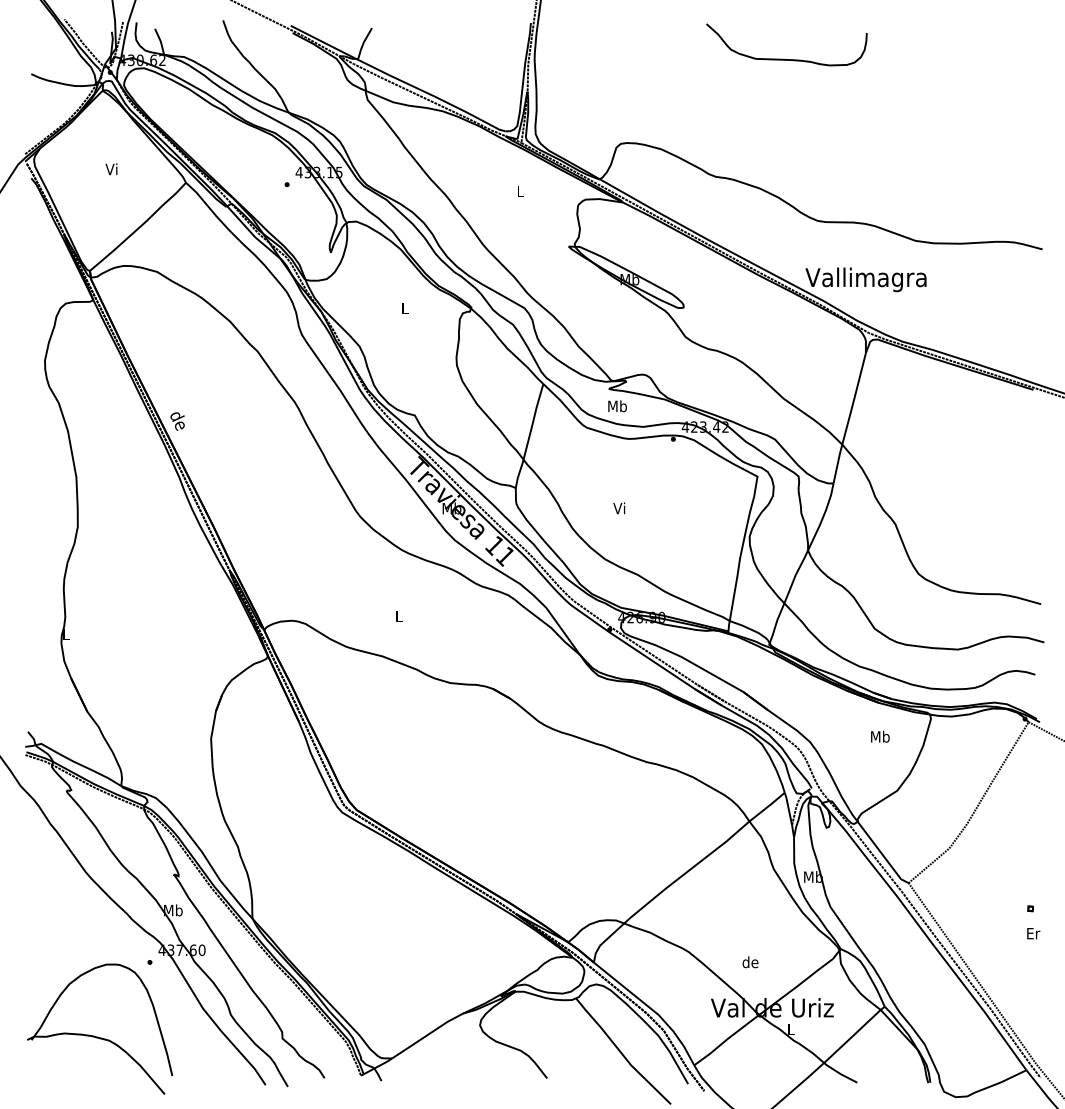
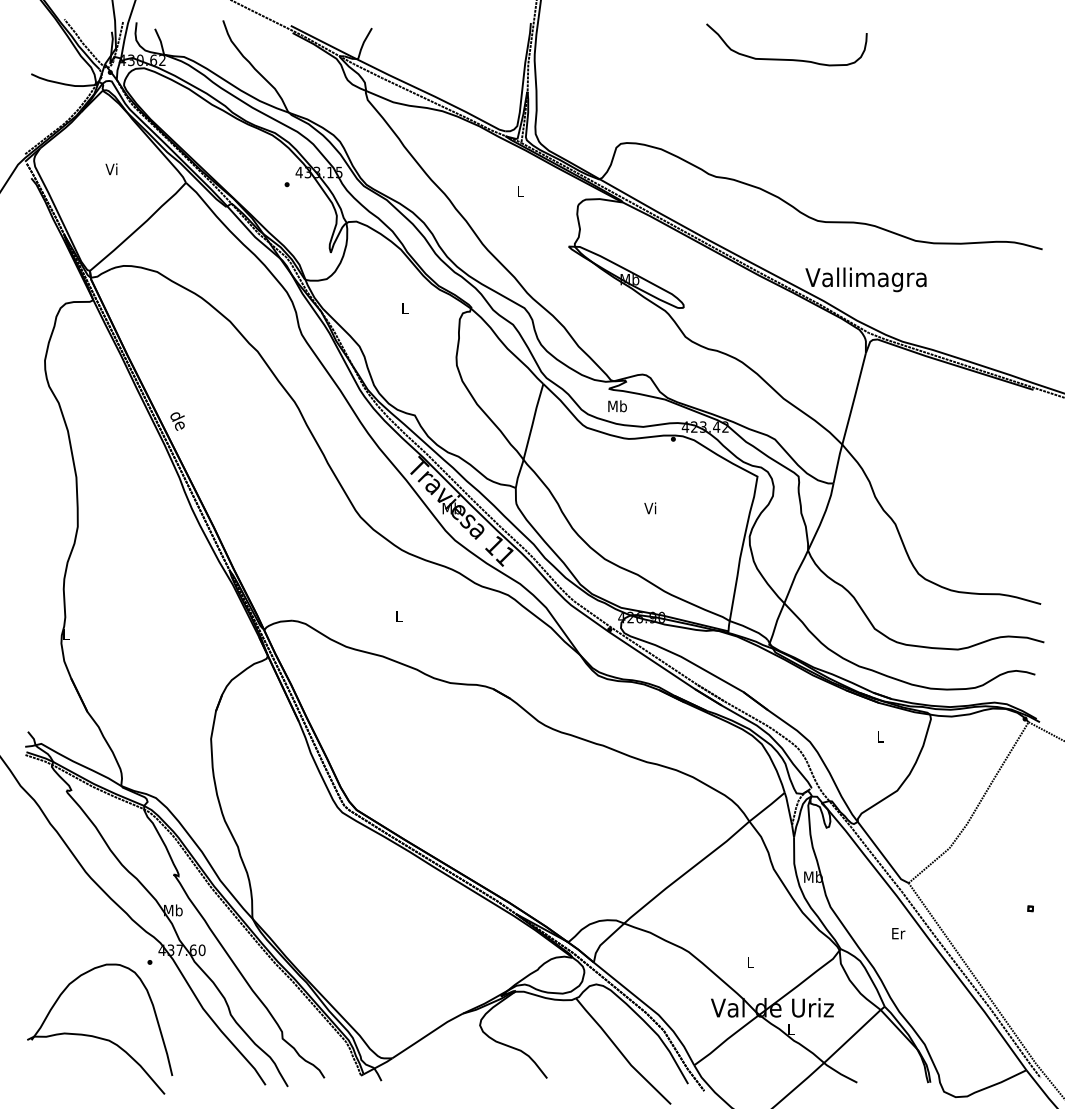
text at (619, 508) position: (619, 508) -> (650, 508)
text at (880, 736): Mb -> L
text at (1033, 933) position: (1033, 933) -> (898, 933)
text at (750, 962): de -> L
